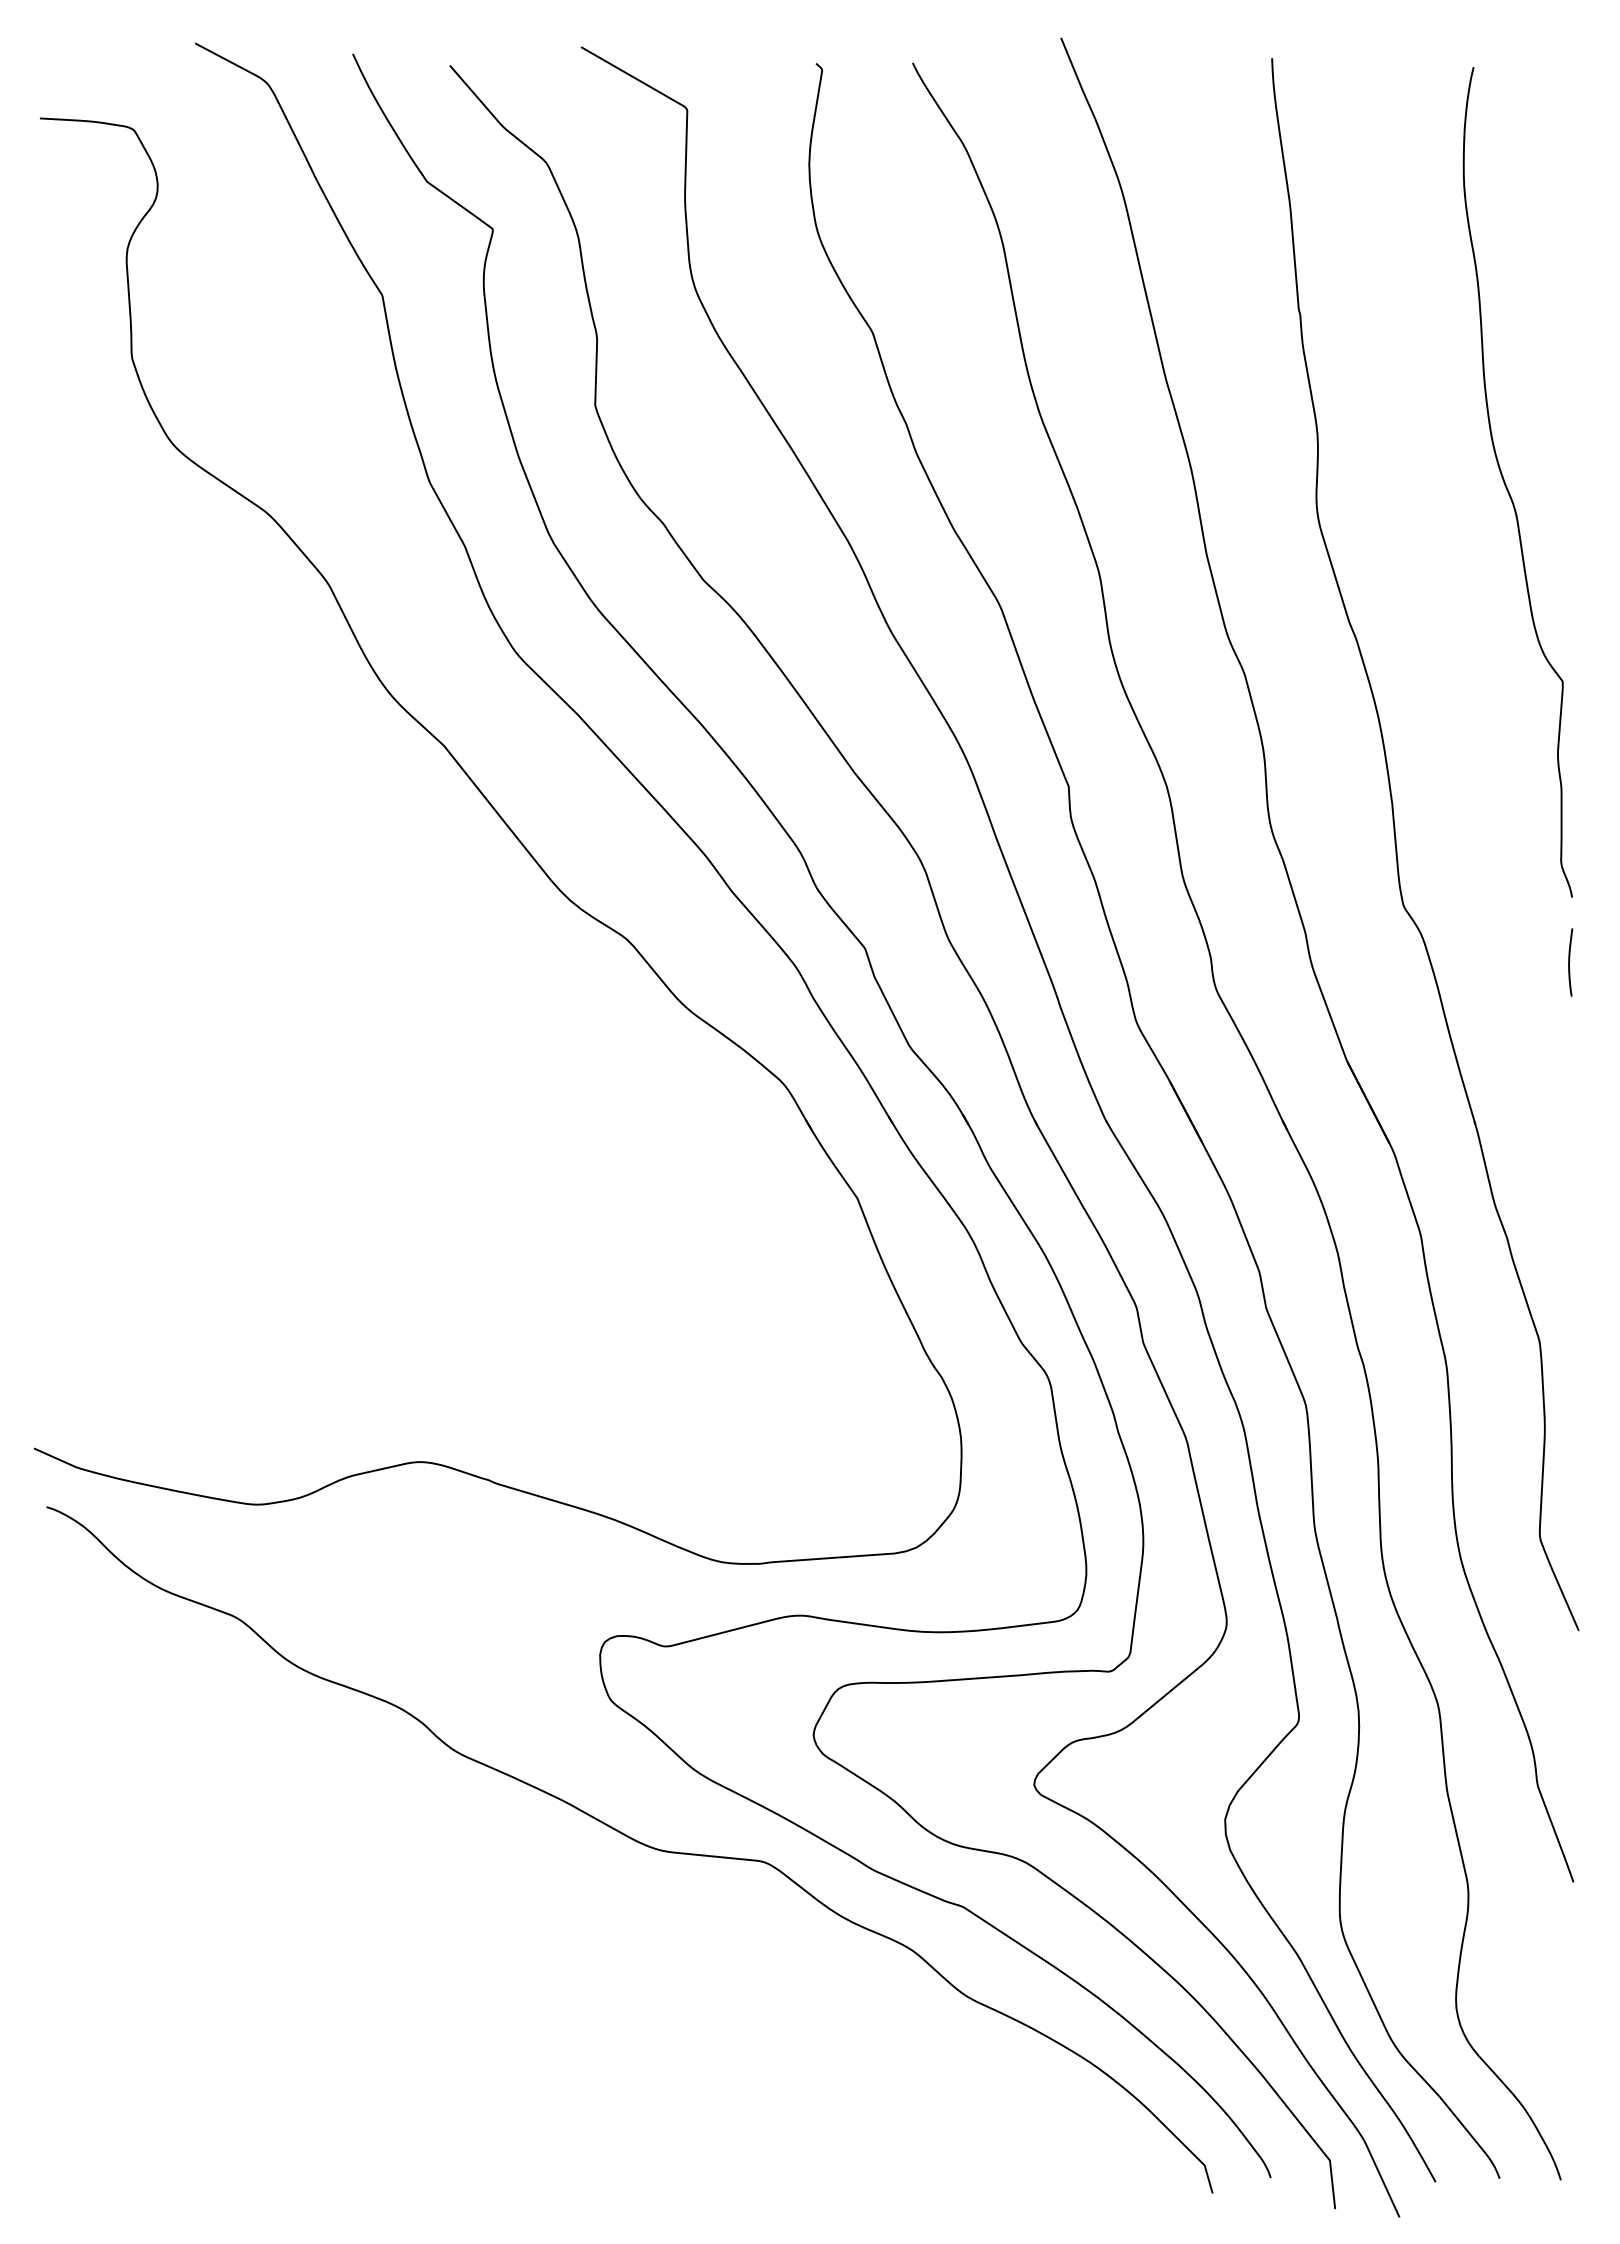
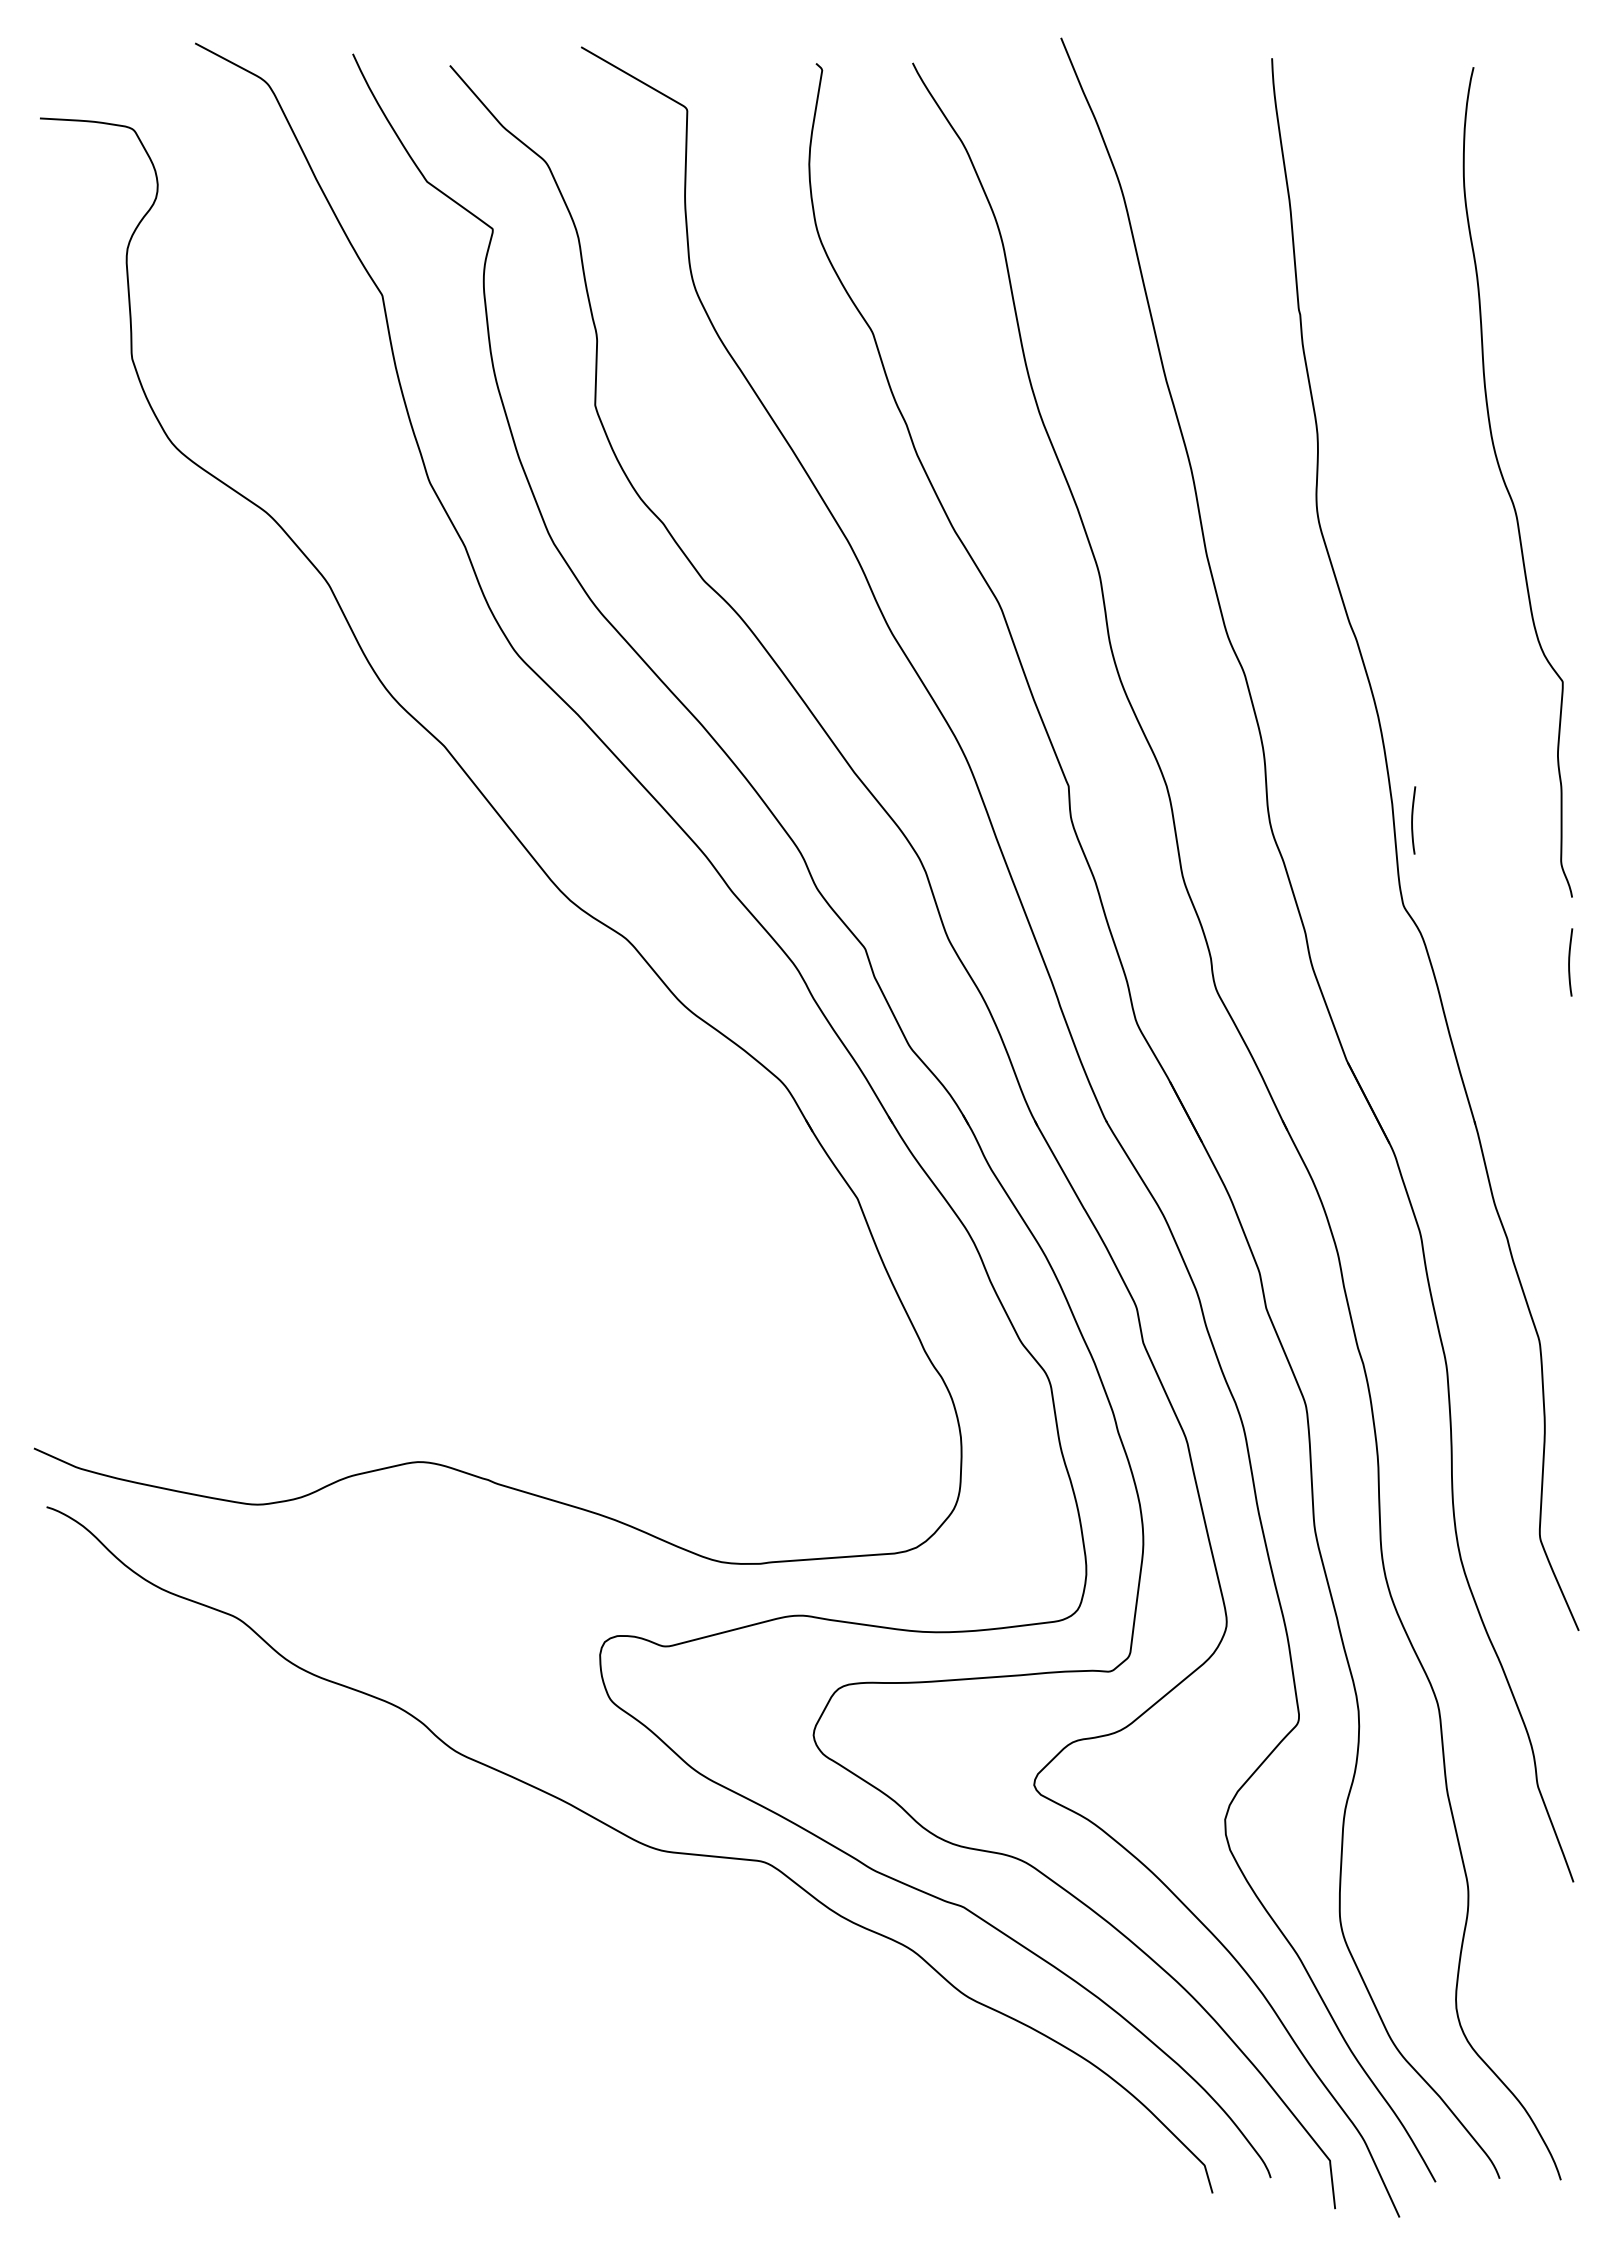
curve at (1412, 820): none -> present
